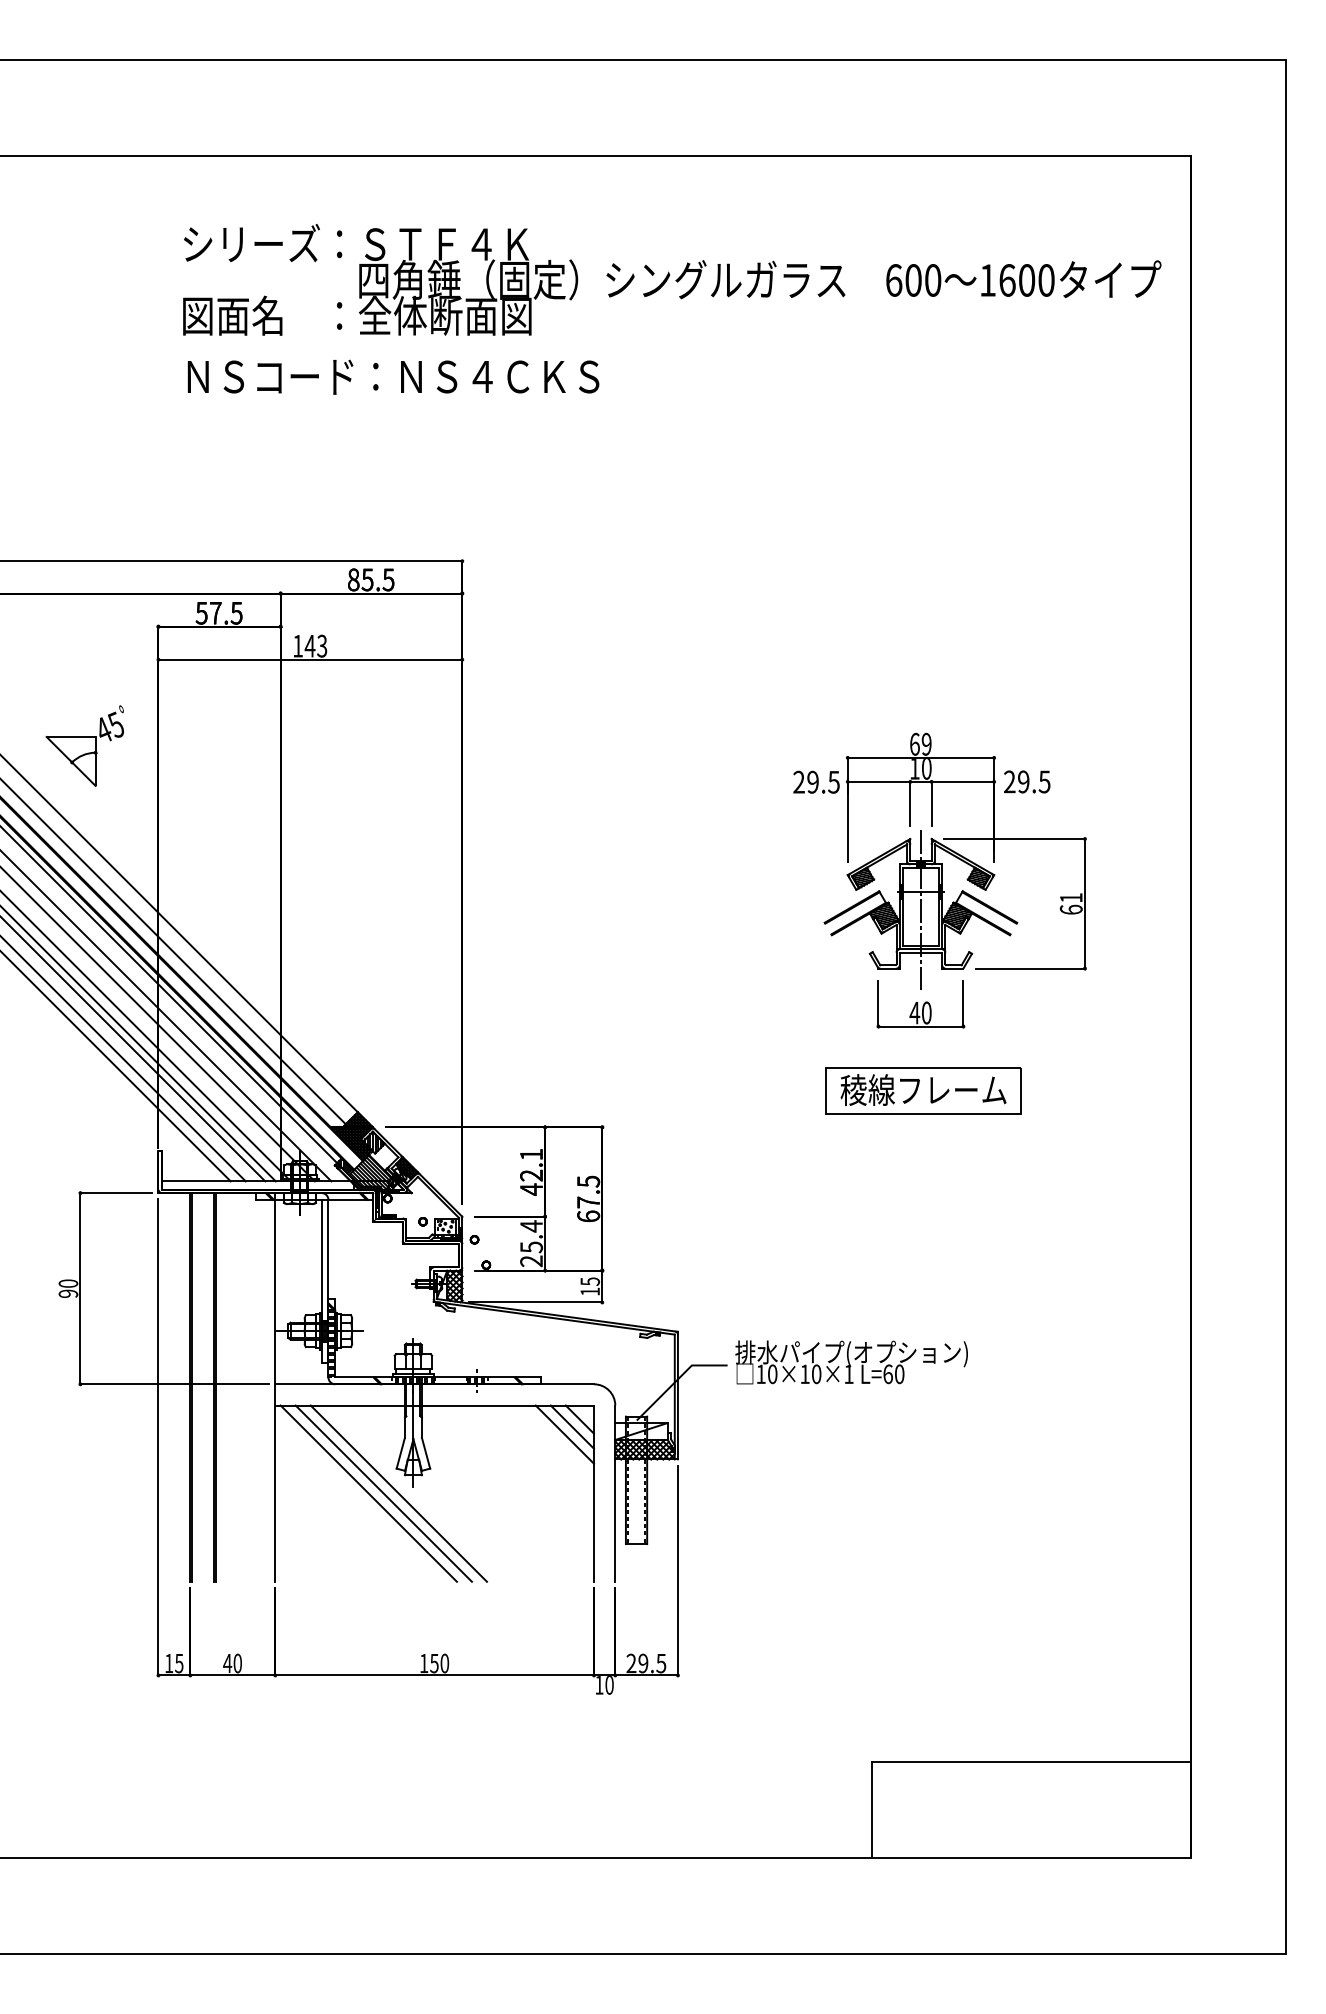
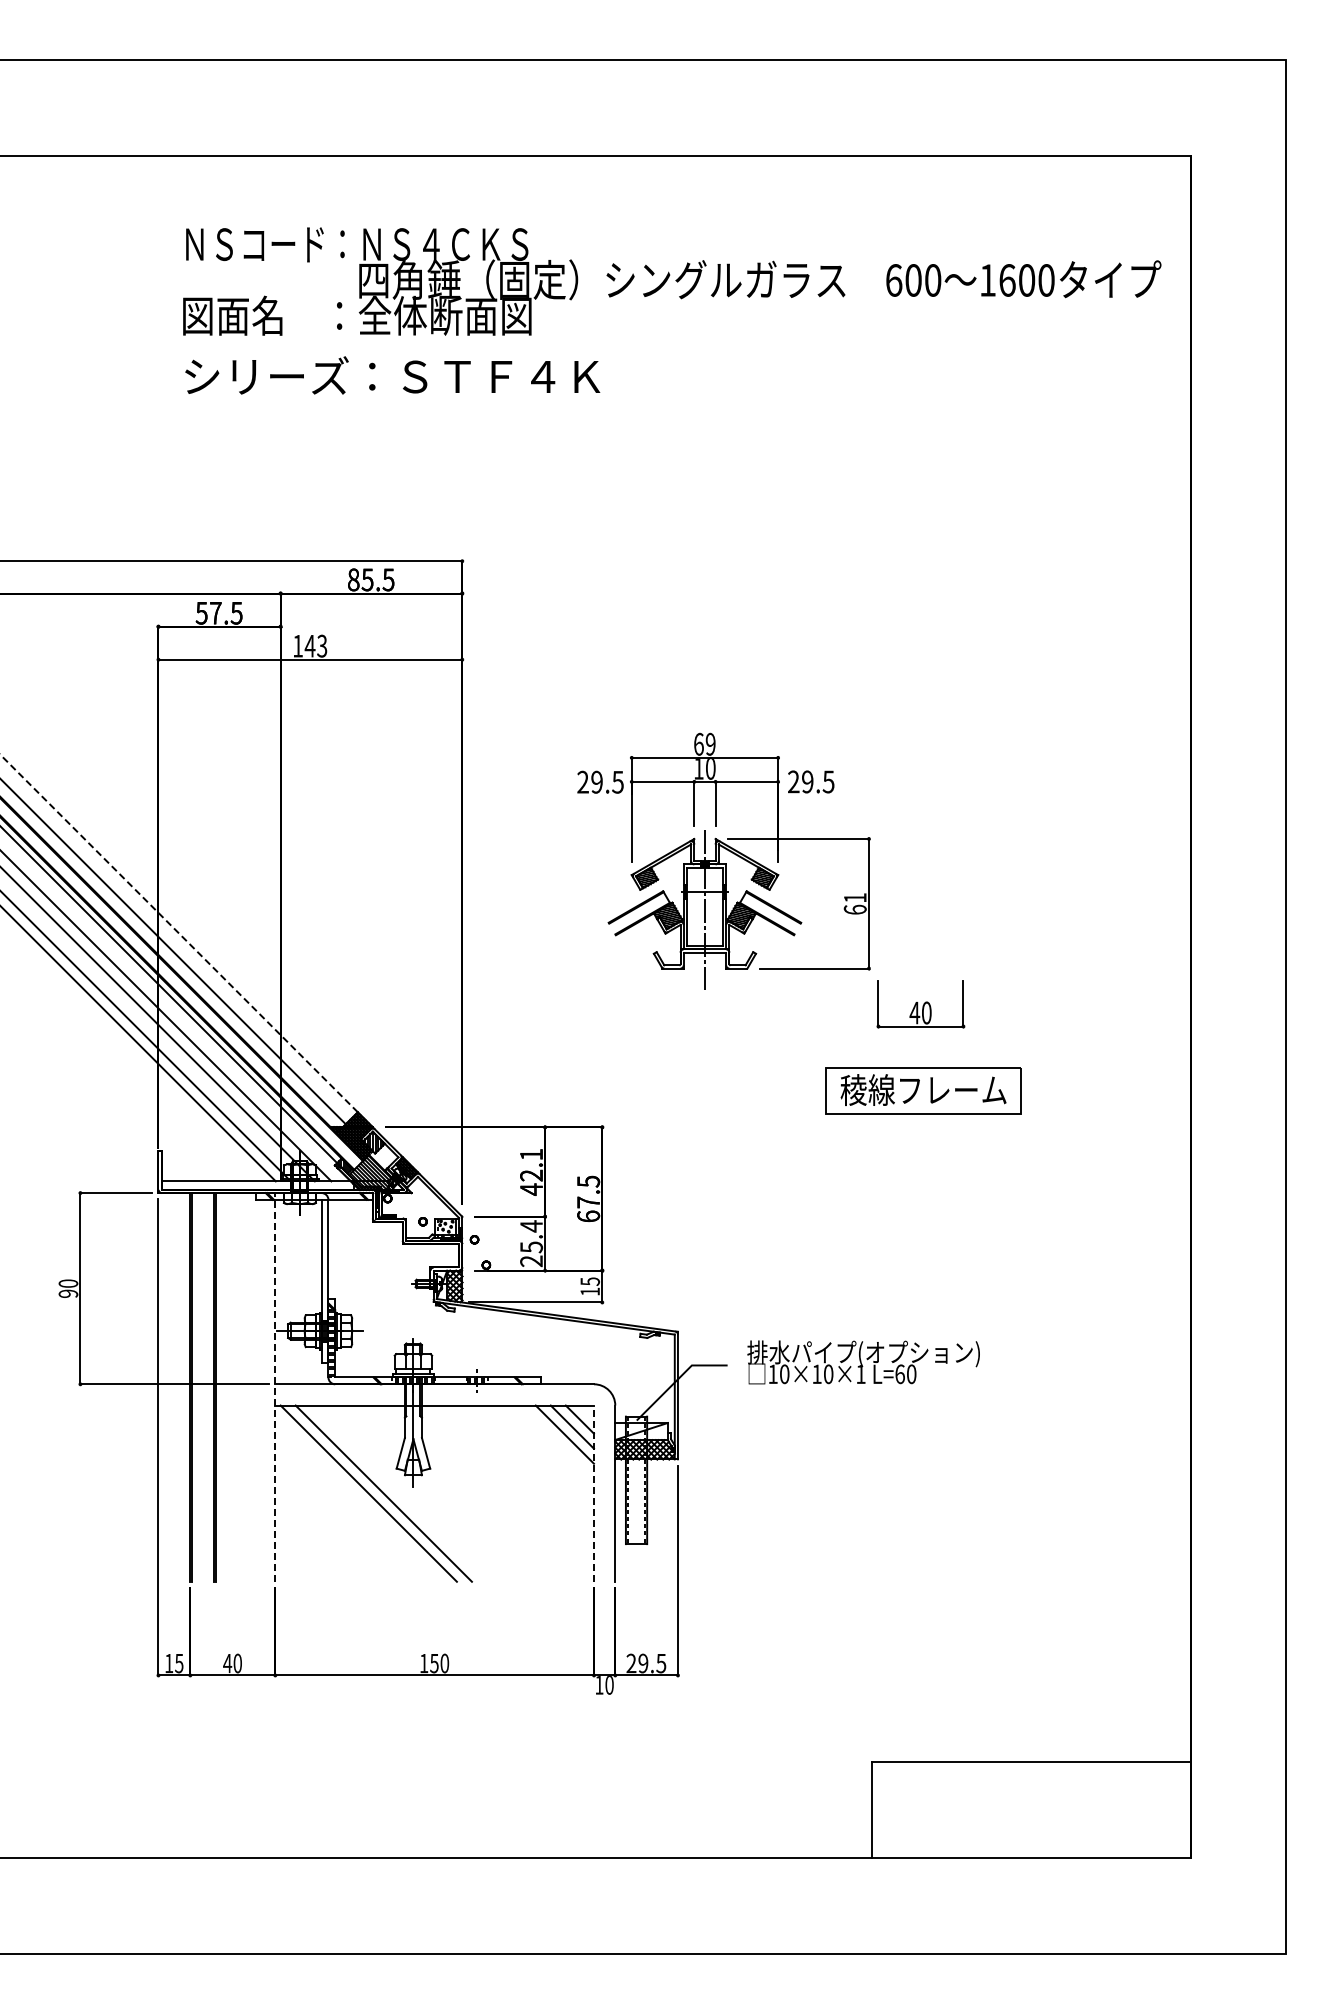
text at (356, 242): シリーズ：ＳＴＦ４Ｋ -> ＮＳコード：ＮＳ４ＣＫＳ
text at (392, 375): ＮＳコード：ＮＳ４ＣＫＳ -> シリーズ：ＳＴＦ４Ｋ
part at (84, 745): present -> none
part at (939, 860) position: (939, 860) -> (723, 860)
line at (179, 933): solid -> dashed
line at (133, 1049): present -> none
line at (123, 1059): present -> none
line at (116, 1066): present -> none
text at (851, 1362) position: (851, 1362) -> (863, 1362)
line at (275, 1386): solid -> dashed
line at (398, 1493): present -> none
line at (594, 1493): solid -> dashed
